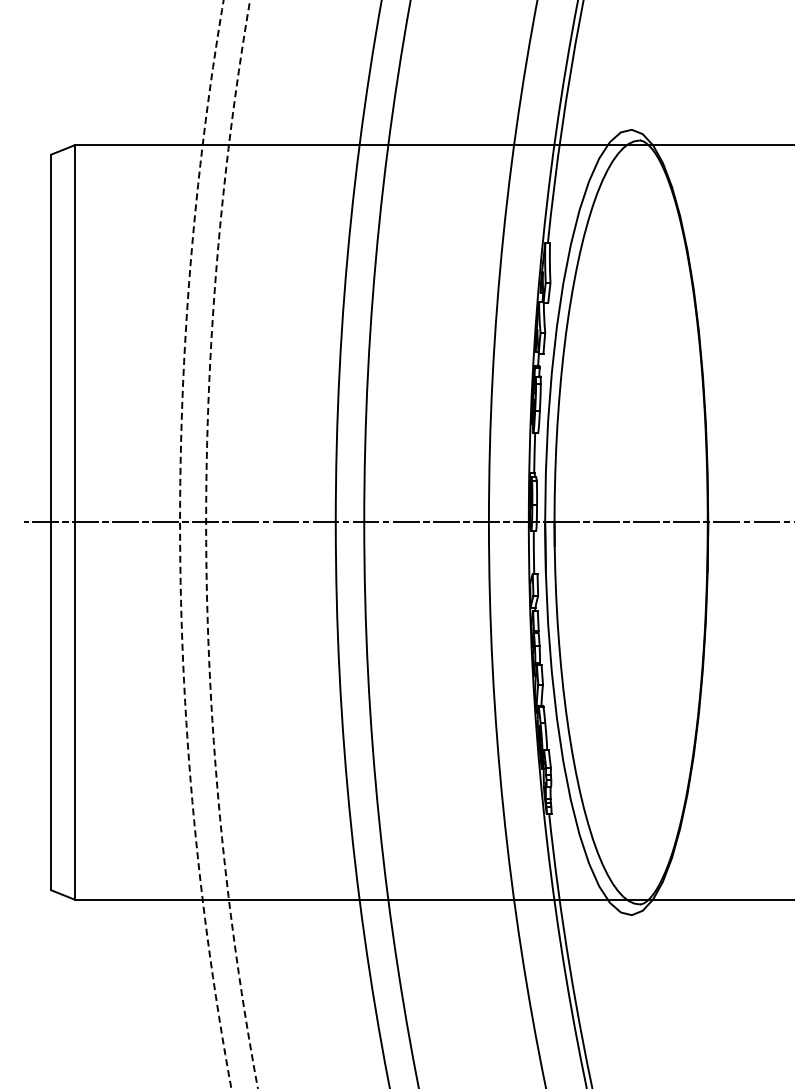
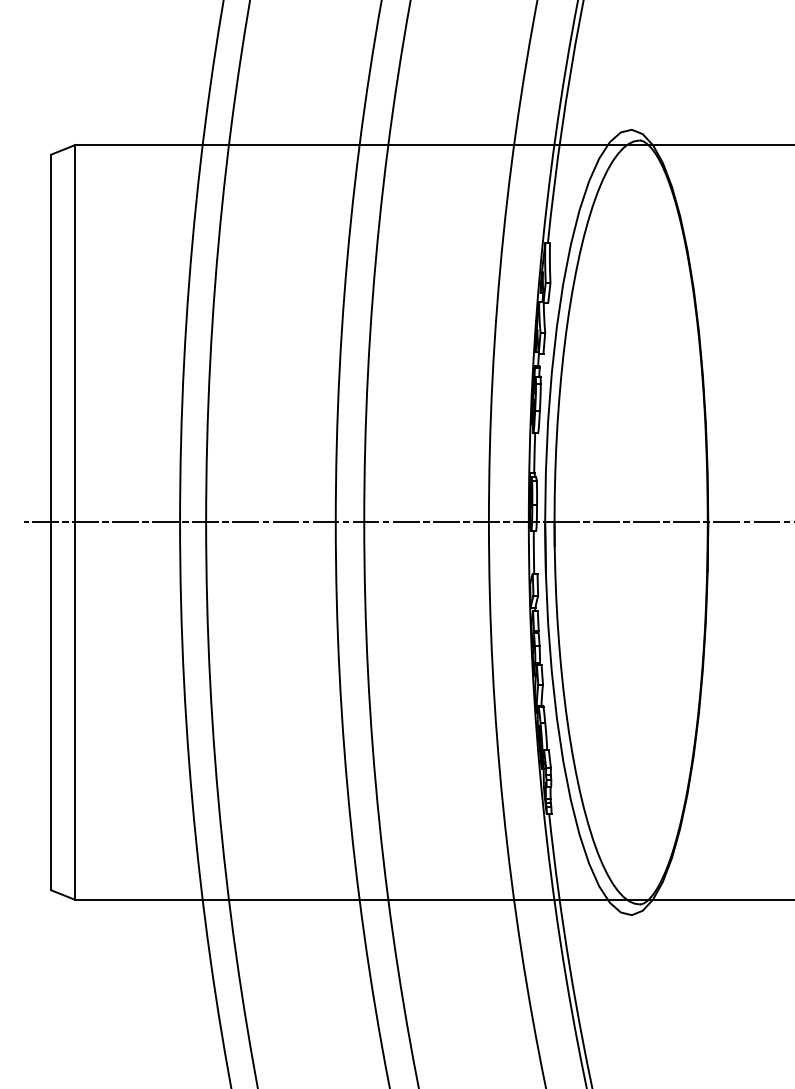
circle at (205, 544): dashed -> solid
circle at (231, 544): dashed -> solid
